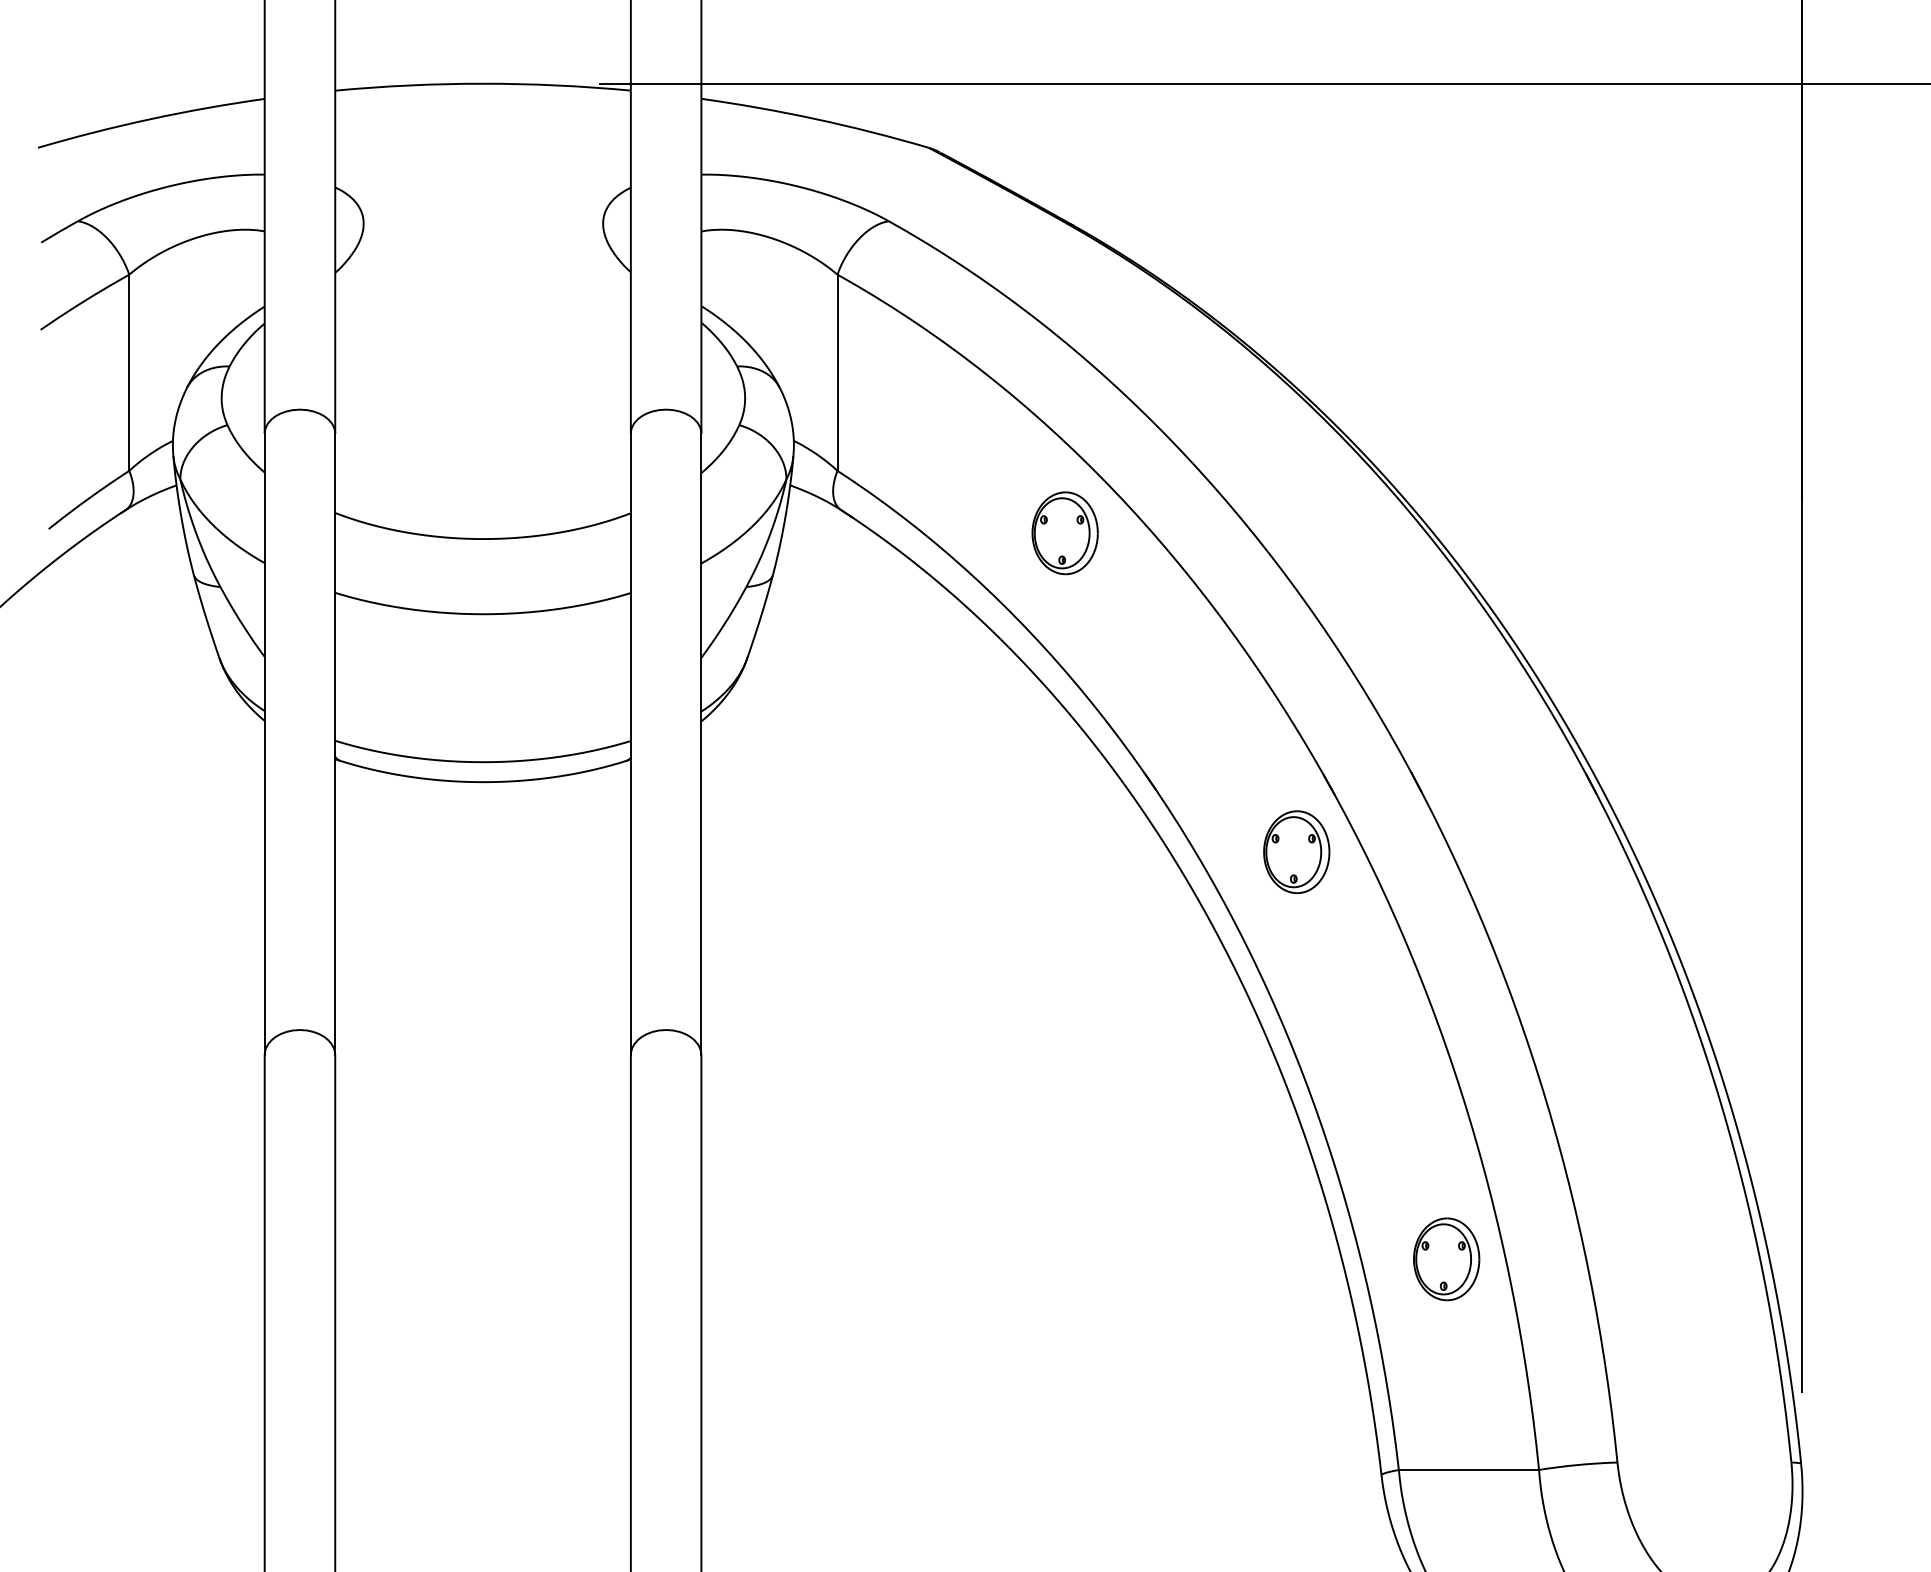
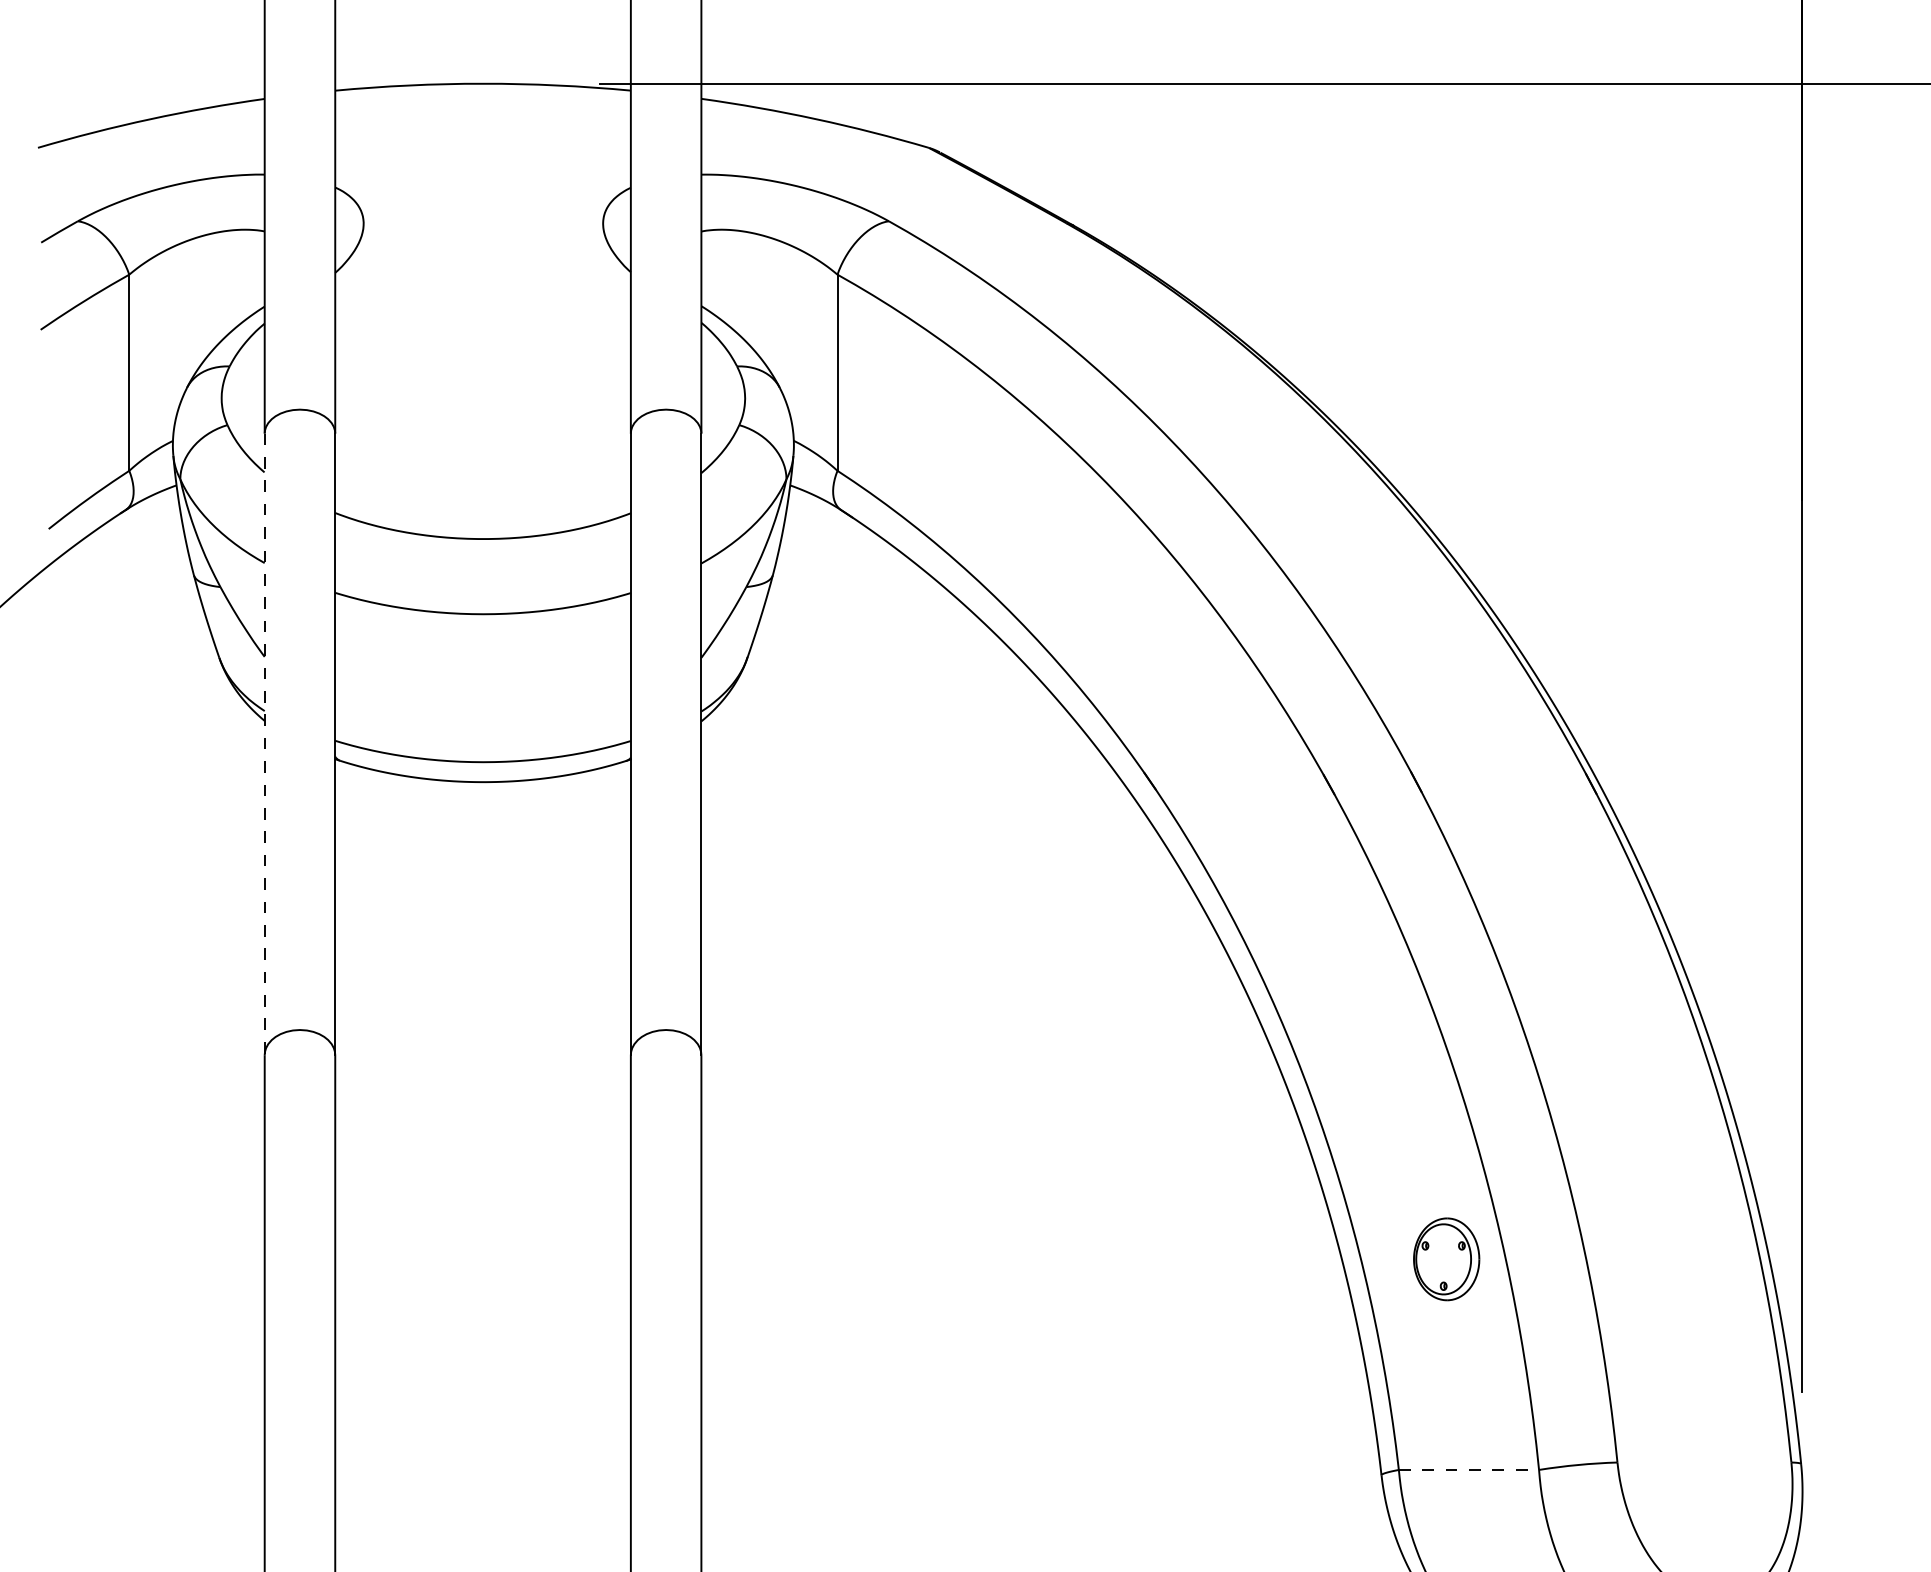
part at (1064, 533): present -> none
line at (264, 744): solid -> dashed
part at (1296, 851): present -> none
line at (1469, 1469): solid -> dashed
